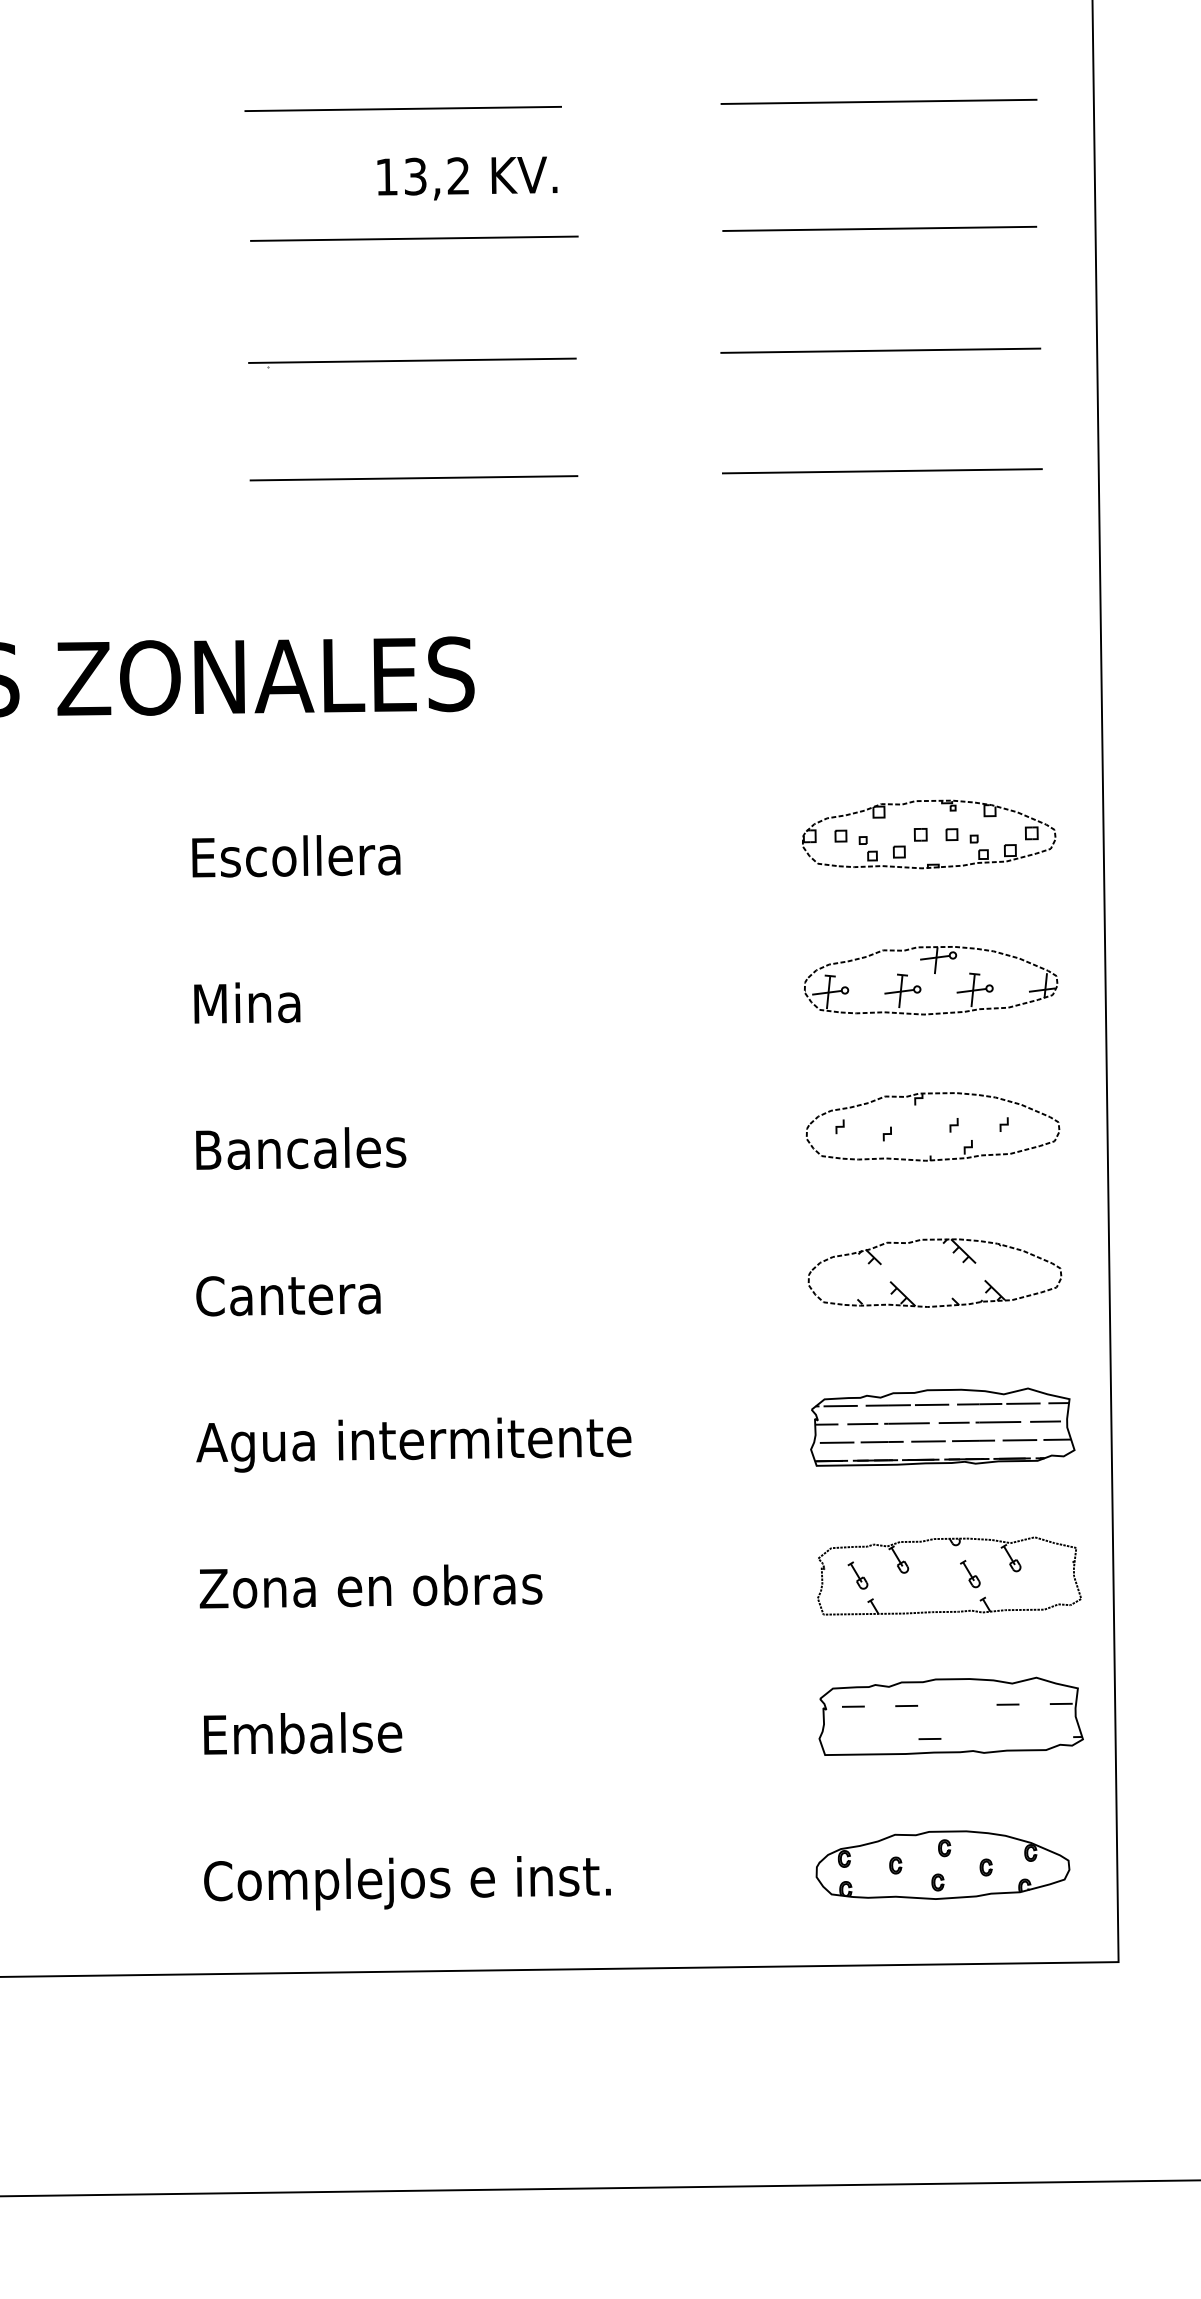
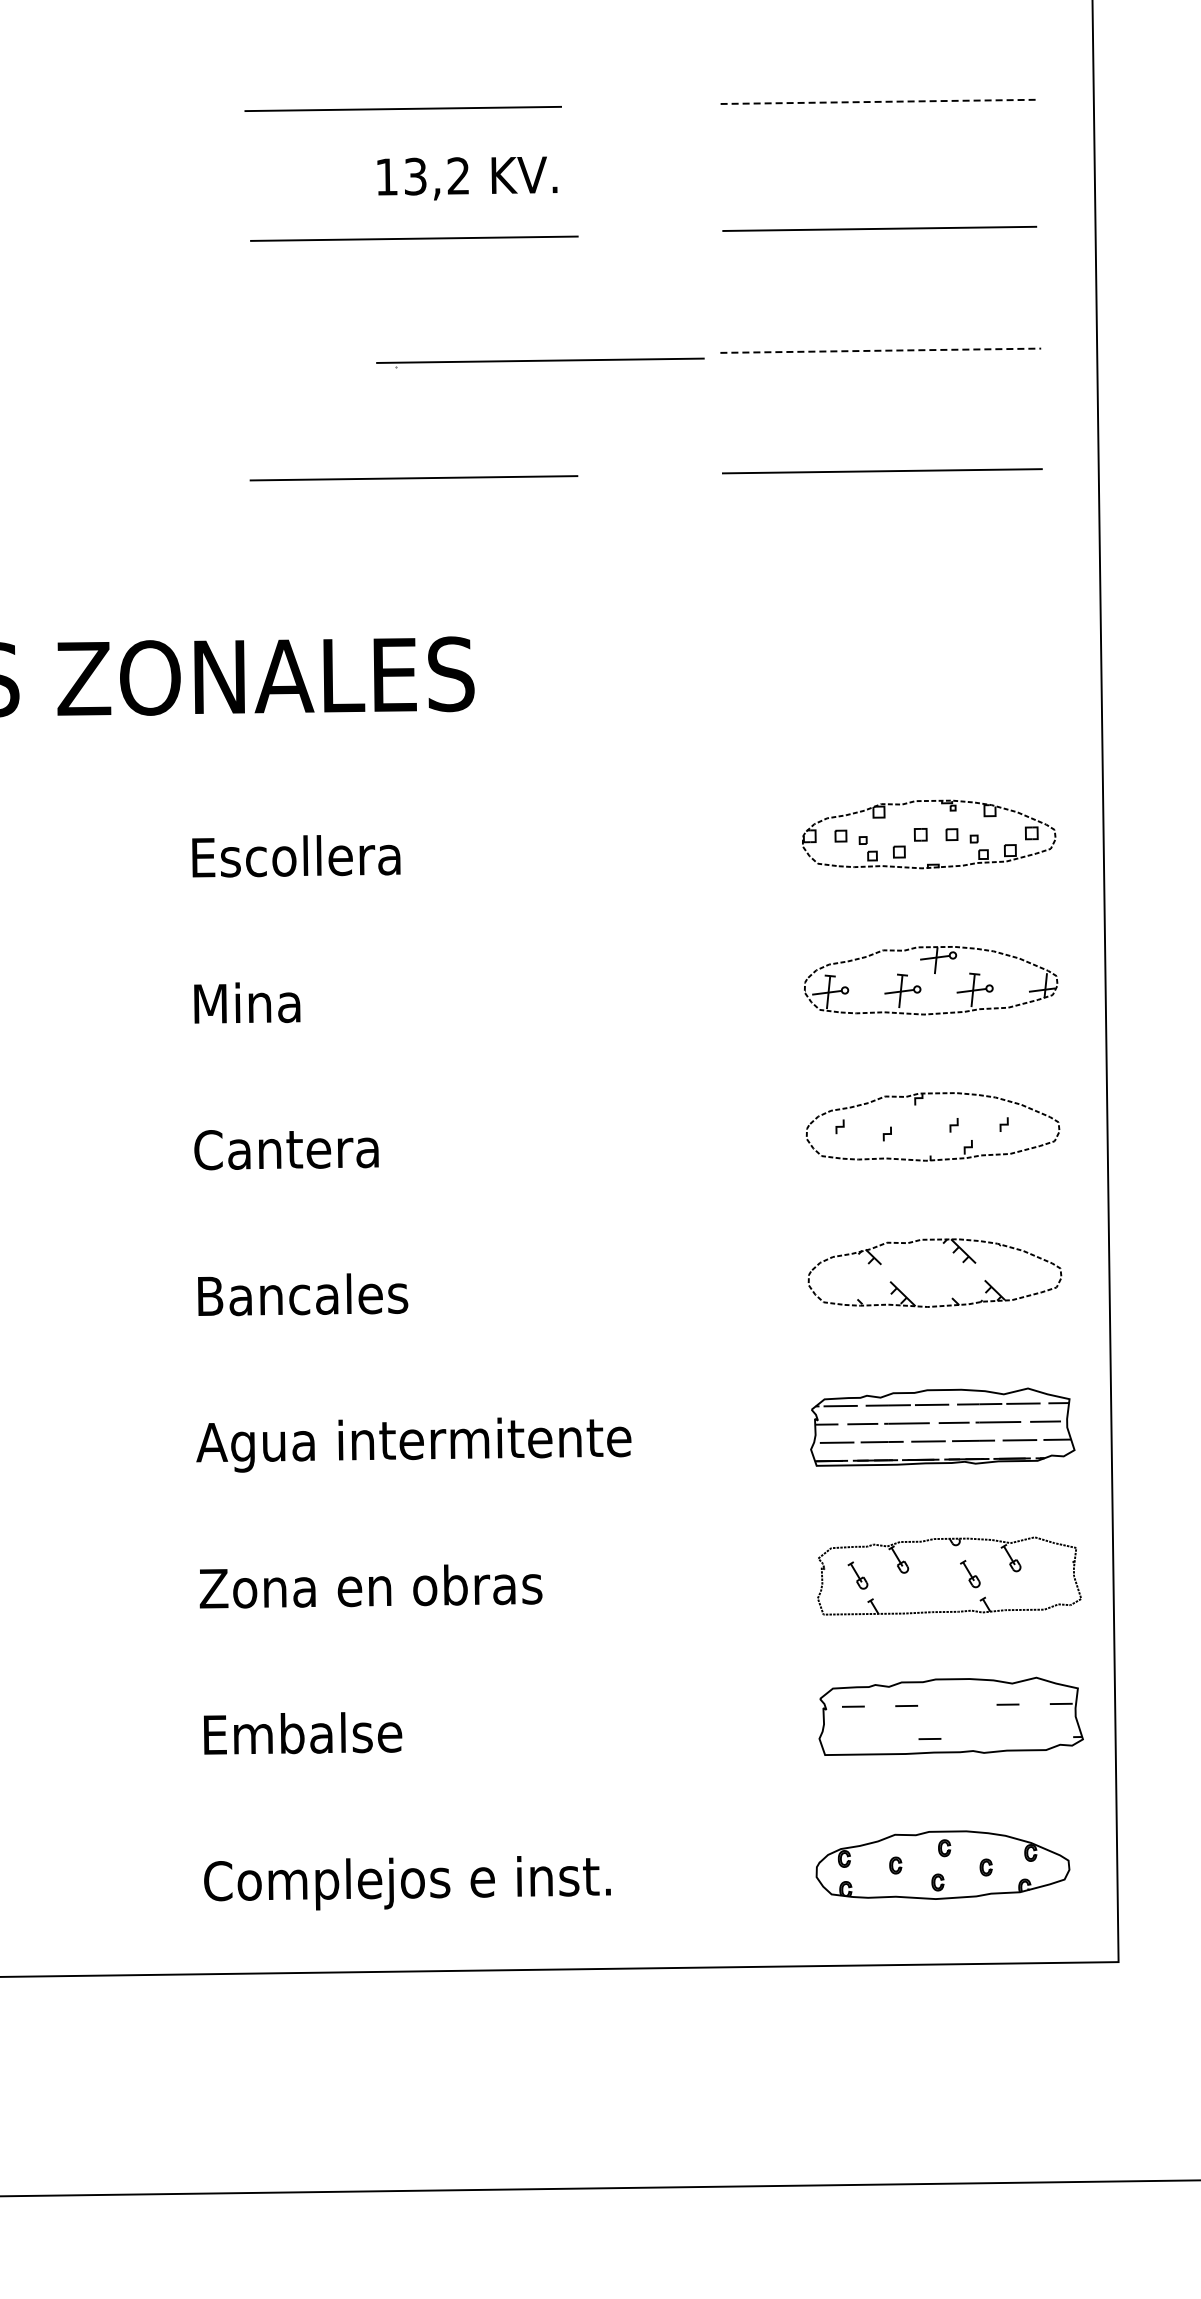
line at (879, 101): solid -> dashed
line at (881, 350): solid -> dashed
part at (412, 362) position: (412, 362) -> (540, 362)
text at (300, 1148): Bancales -> Cantera
text at (302, 1294): Cantera -> Bancales
